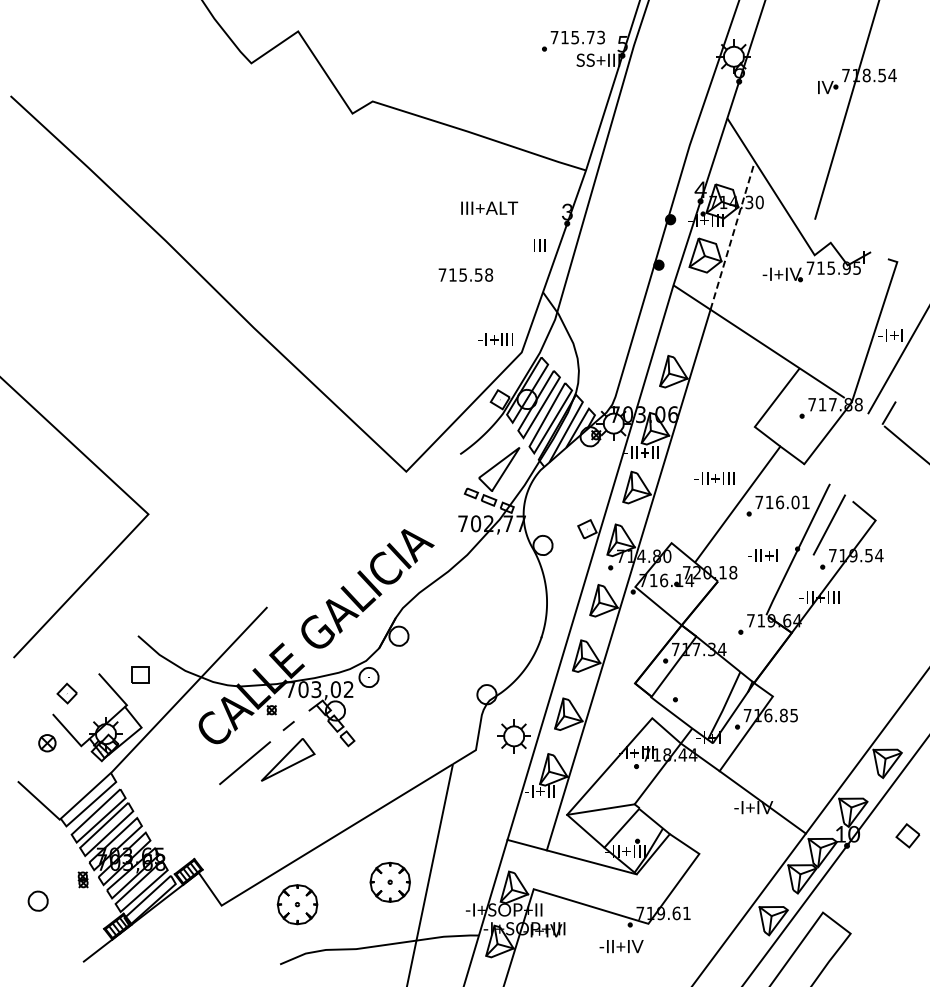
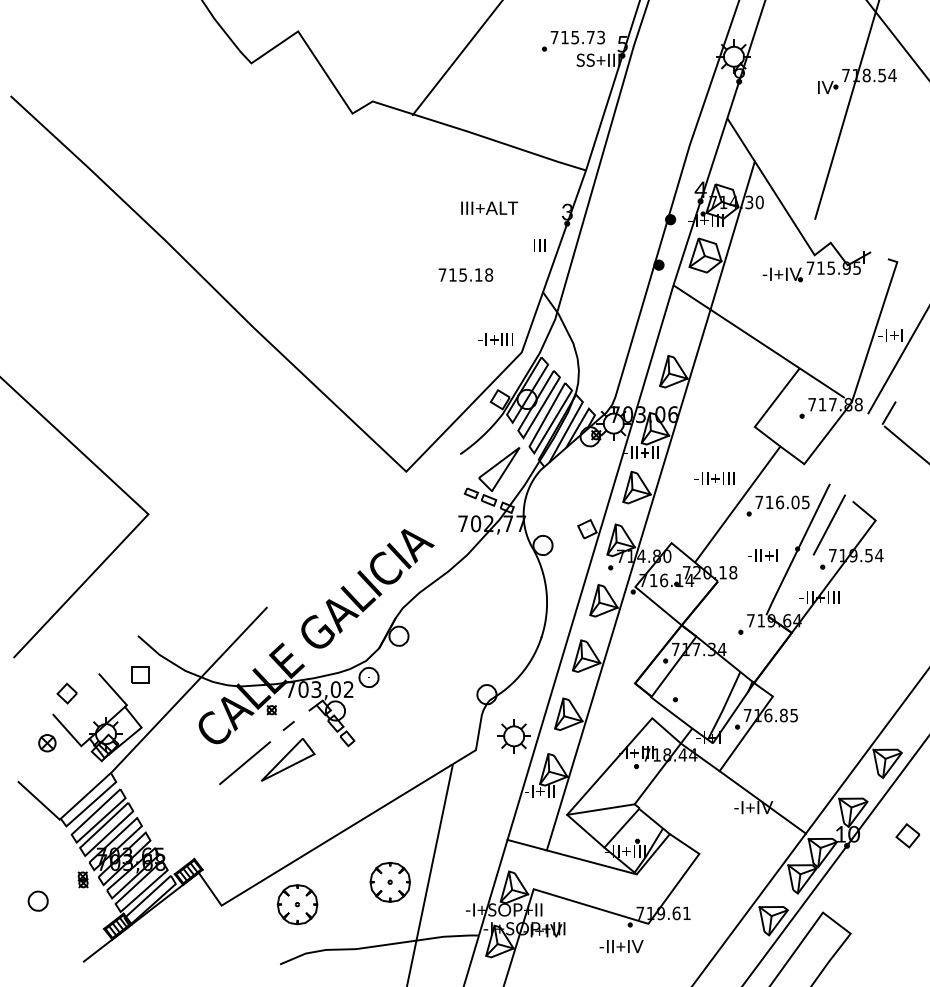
line at (897, 39): none -> present
line at (456, 58): none -> present
line at (732, 235): dashed -> solid
text at (478, 274): 715.58 -> 715.18
text at (805, 502): 716.01 -> 716.05
